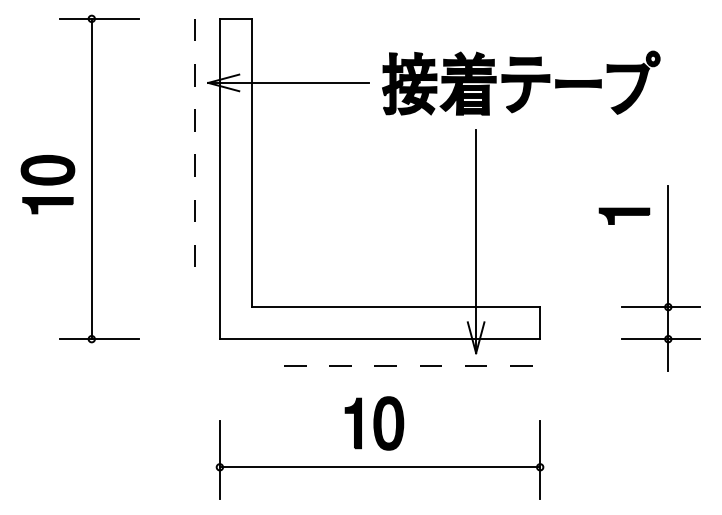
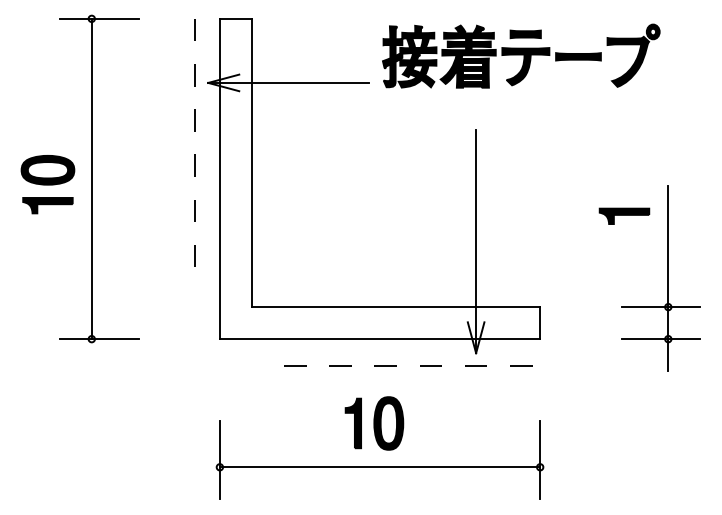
part at (521, 82) position: (521, 82) -> (521, 55)
